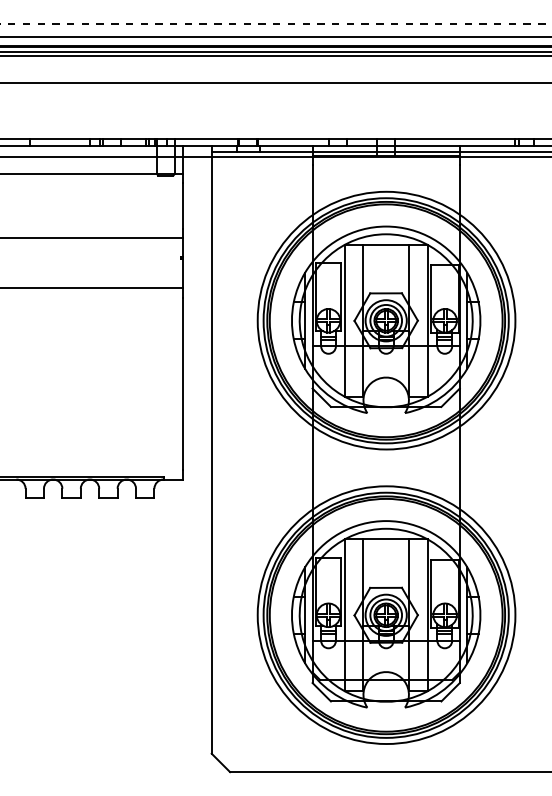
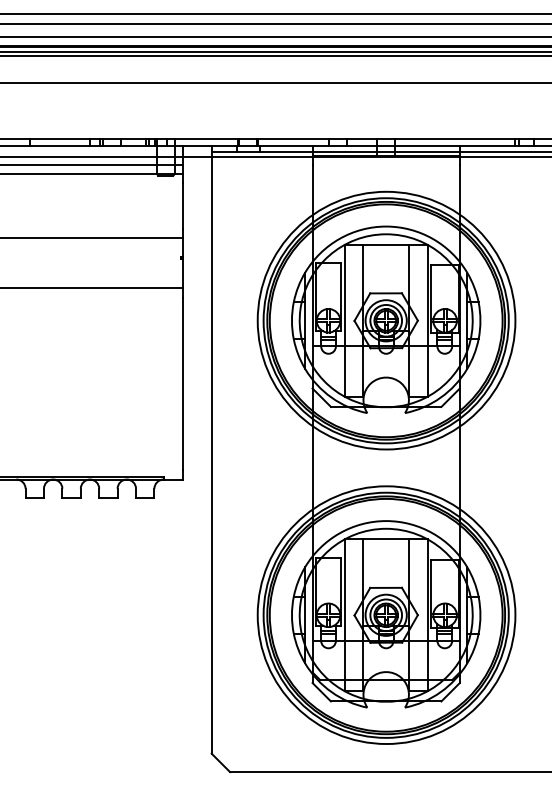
line at (275, 14): none -> present
line at (276, 23): dashed -> solid
line at (92, 164): none -> present
